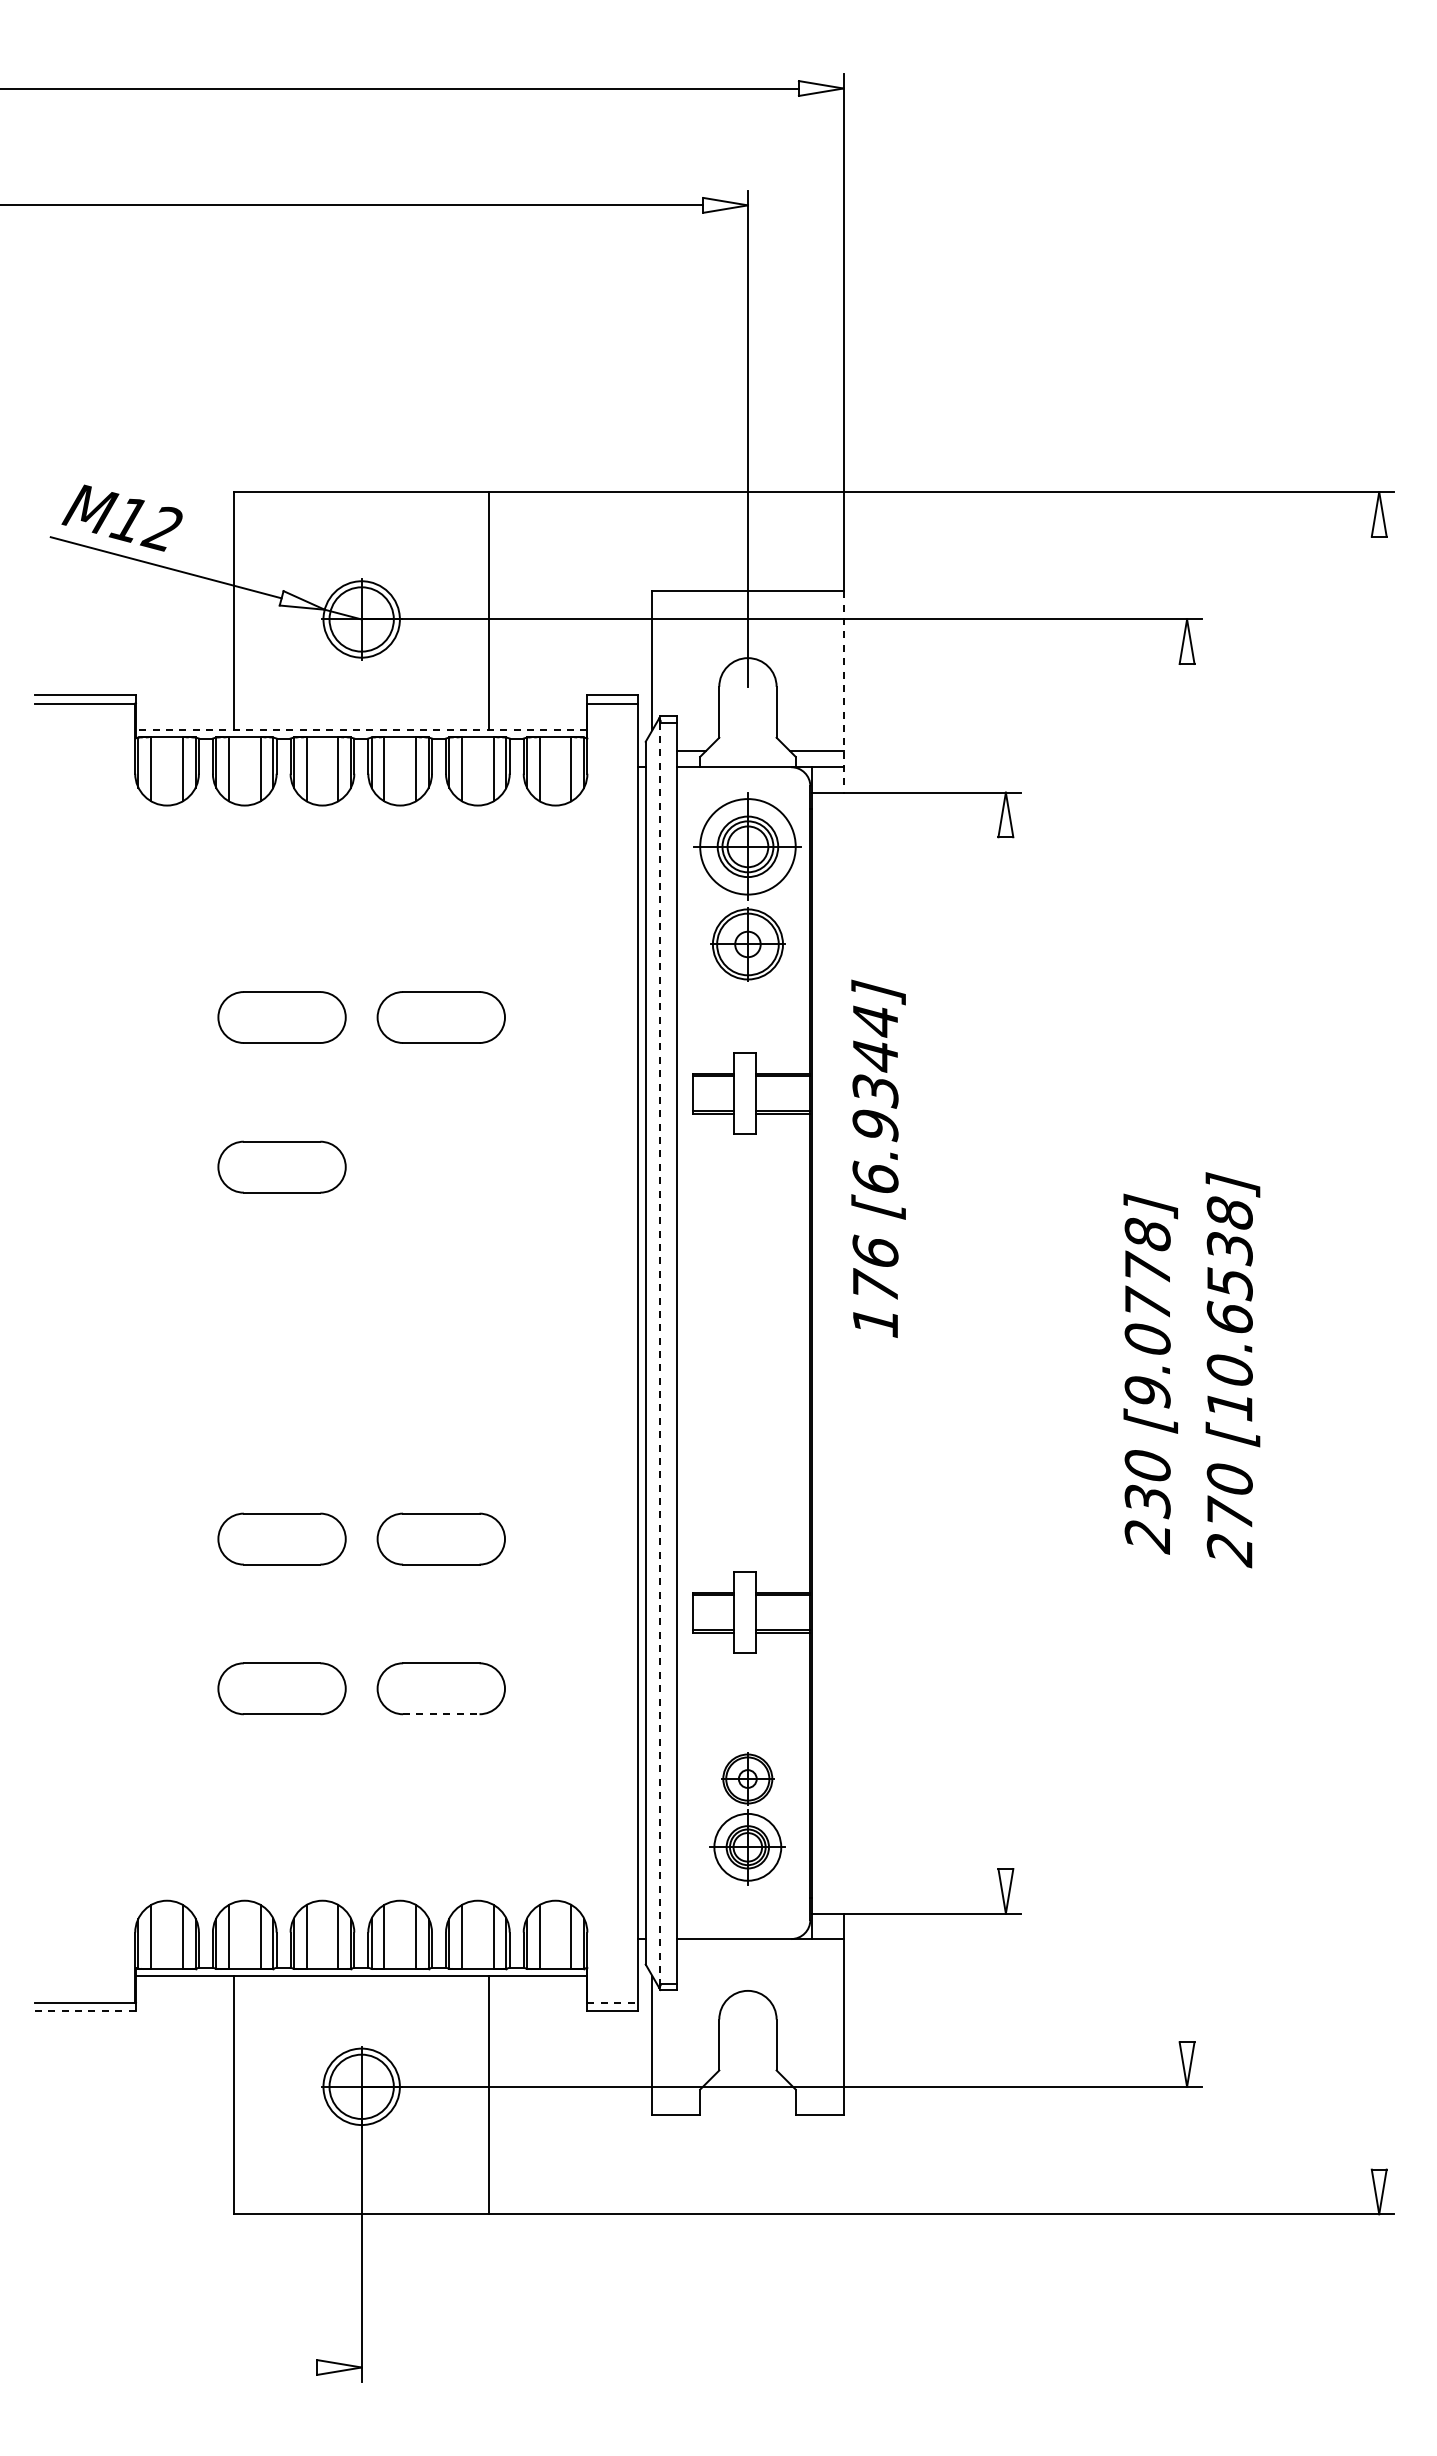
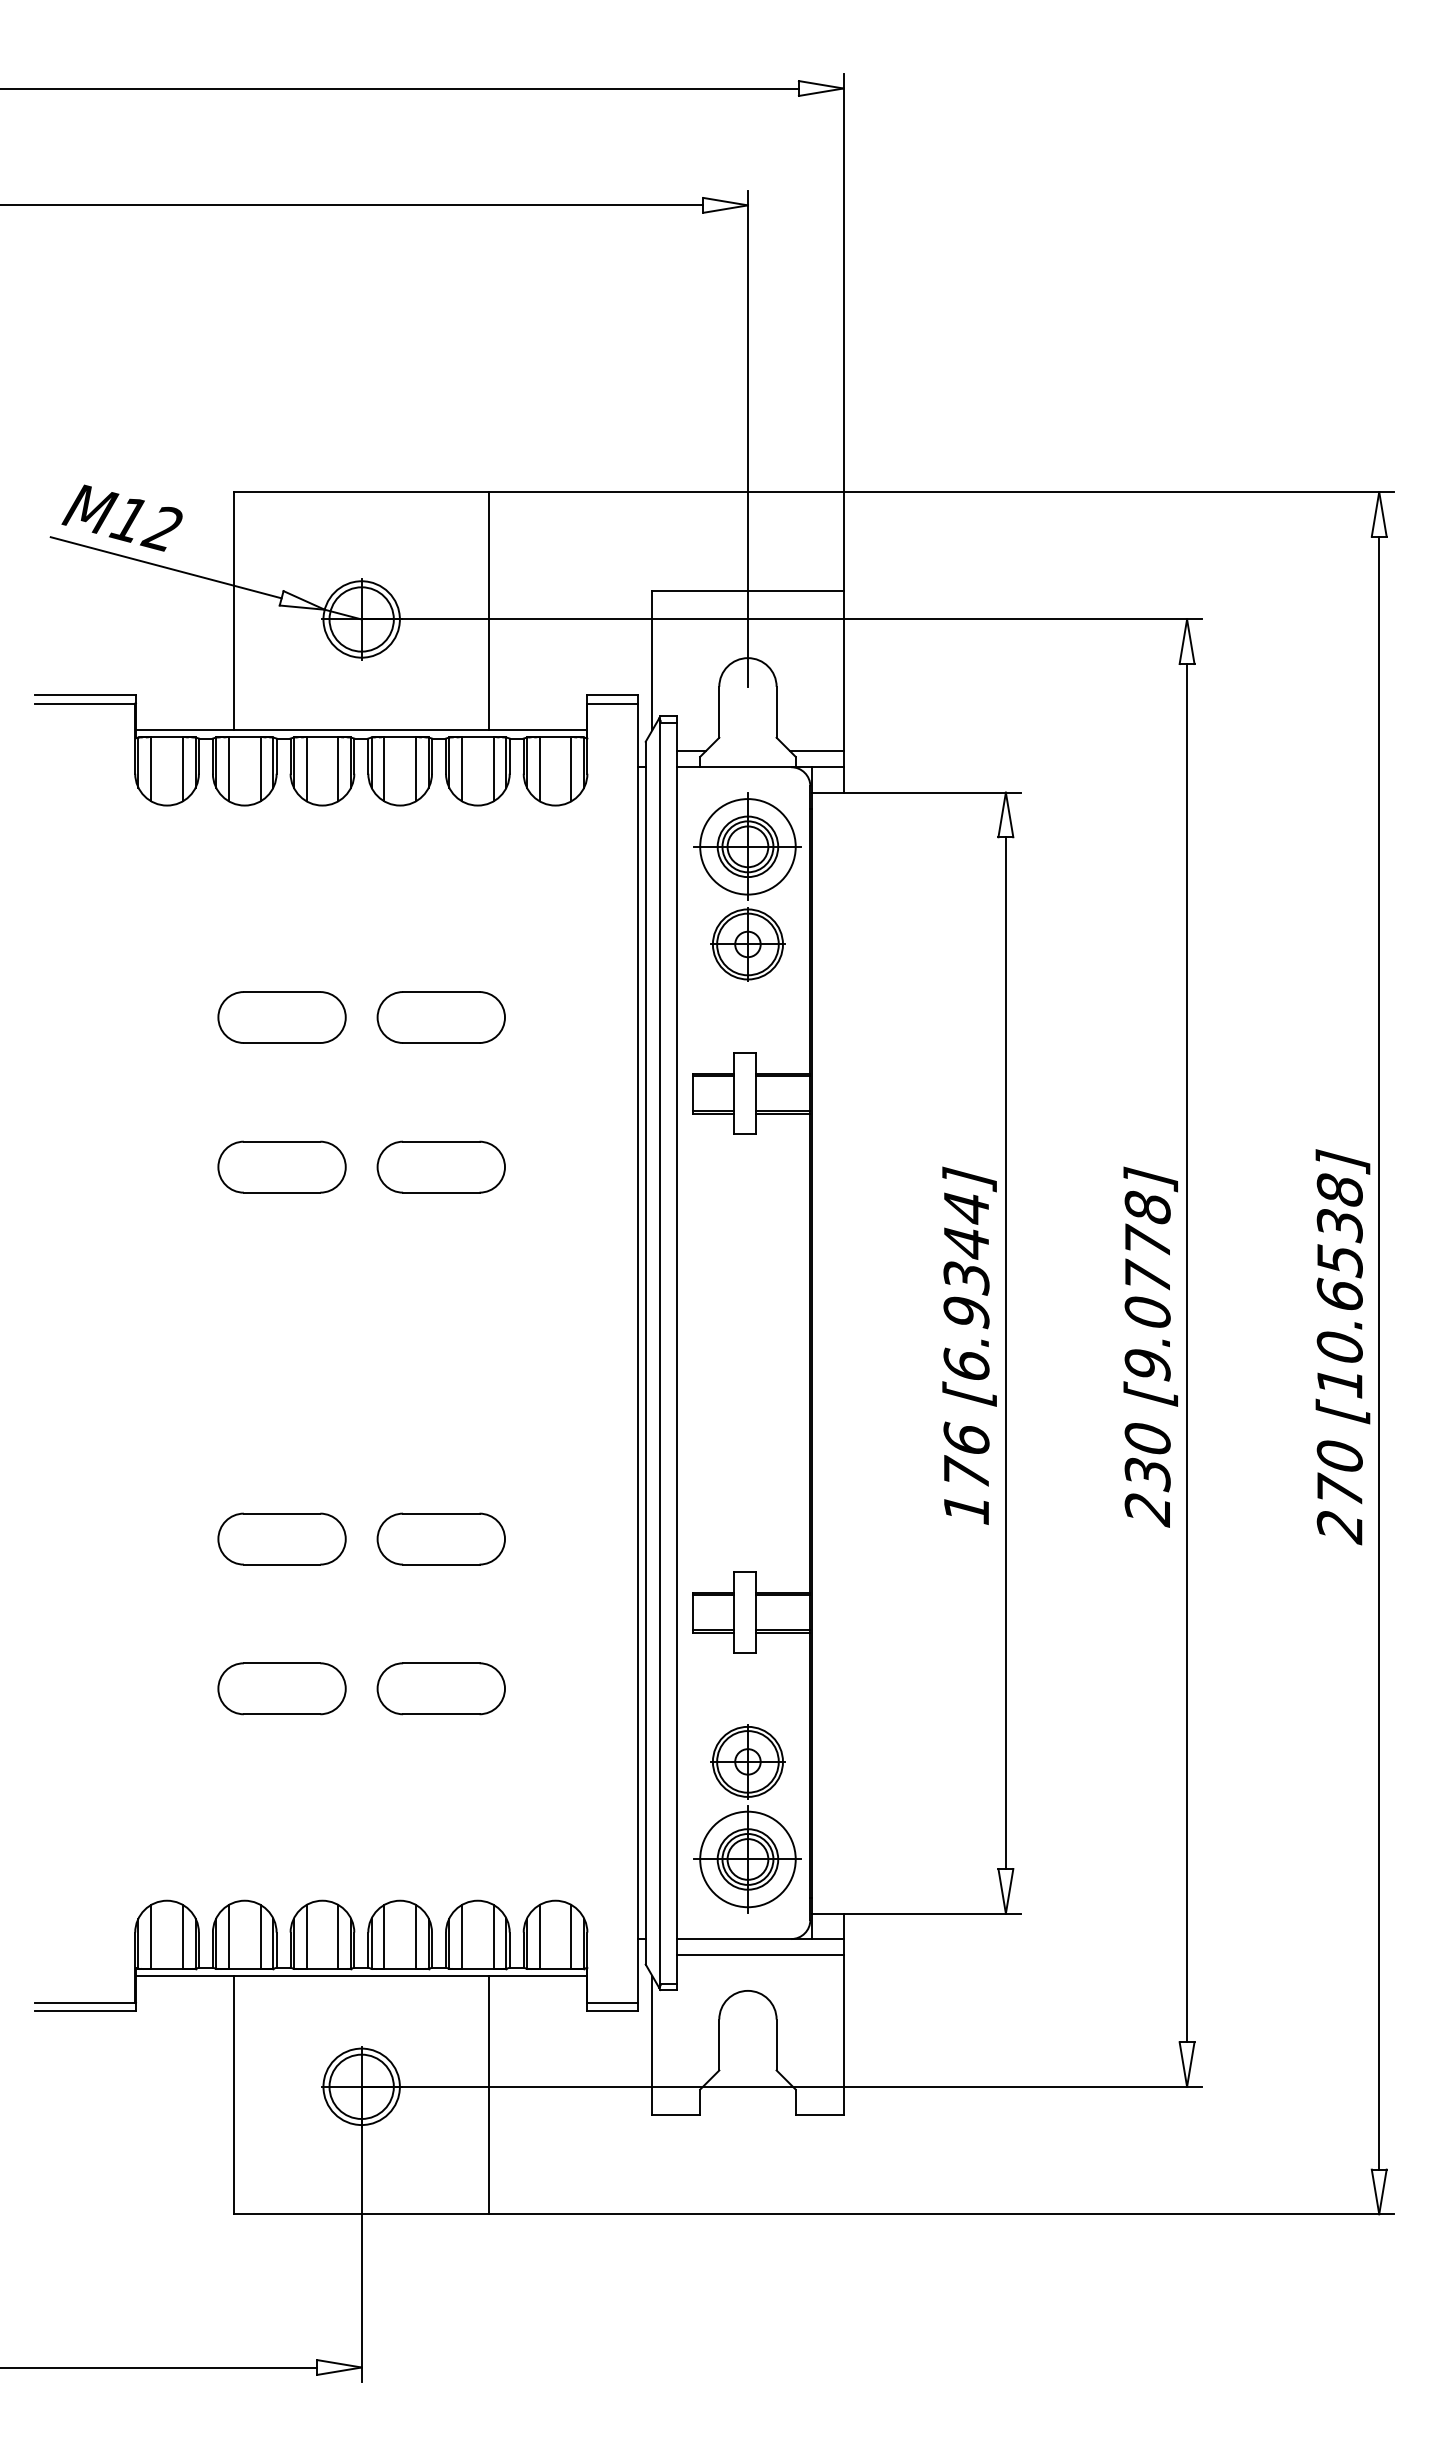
line at (843, 692): dashed -> solid
line at (361, 730): dashed -> solid
text at (878, 1158) position: (878, 1158) -> (969, 1345)
part at (440, 1166): none -> present
line at (1379, 1352): none -> present
line at (660, 1353): dashed -> solid
line at (1005, 1353): none -> present
line at (1187, 1353): none -> present
text at (1232, 1370) position: (1232, 1370) -> (1342, 1347)
text at (1150, 1373) position: (1150, 1373) -> (1150, 1346)
line at (441, 1714): dashed -> solid
part at (747, 1818) size: 77x134 px -> 109x190 px
line at (760, 1955): none -> present
line at (613, 2002): dashed -> solid
line at (85, 2011): dashed -> solid
line at (159, 2367): none -> present
